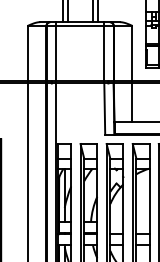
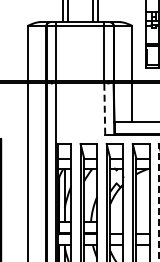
line at (104, 109): solid -> dashed
line at (158, 202): solid -> dashed
